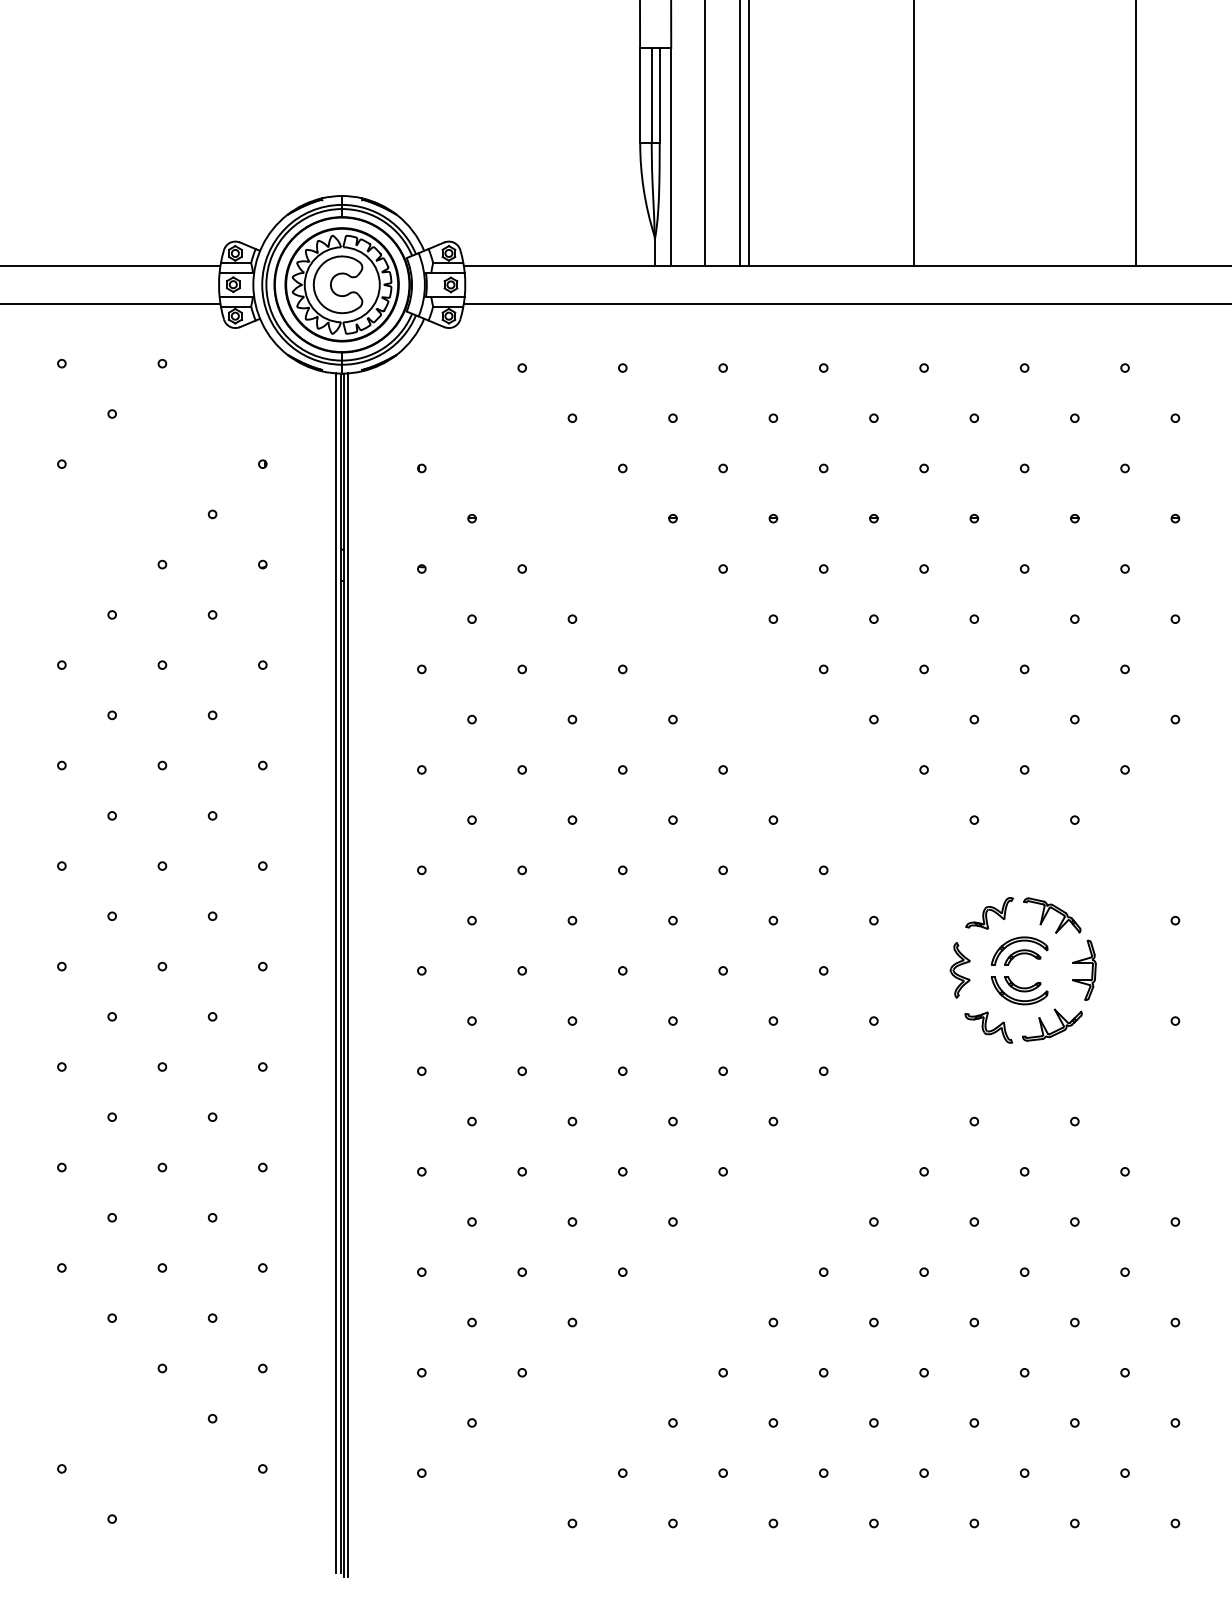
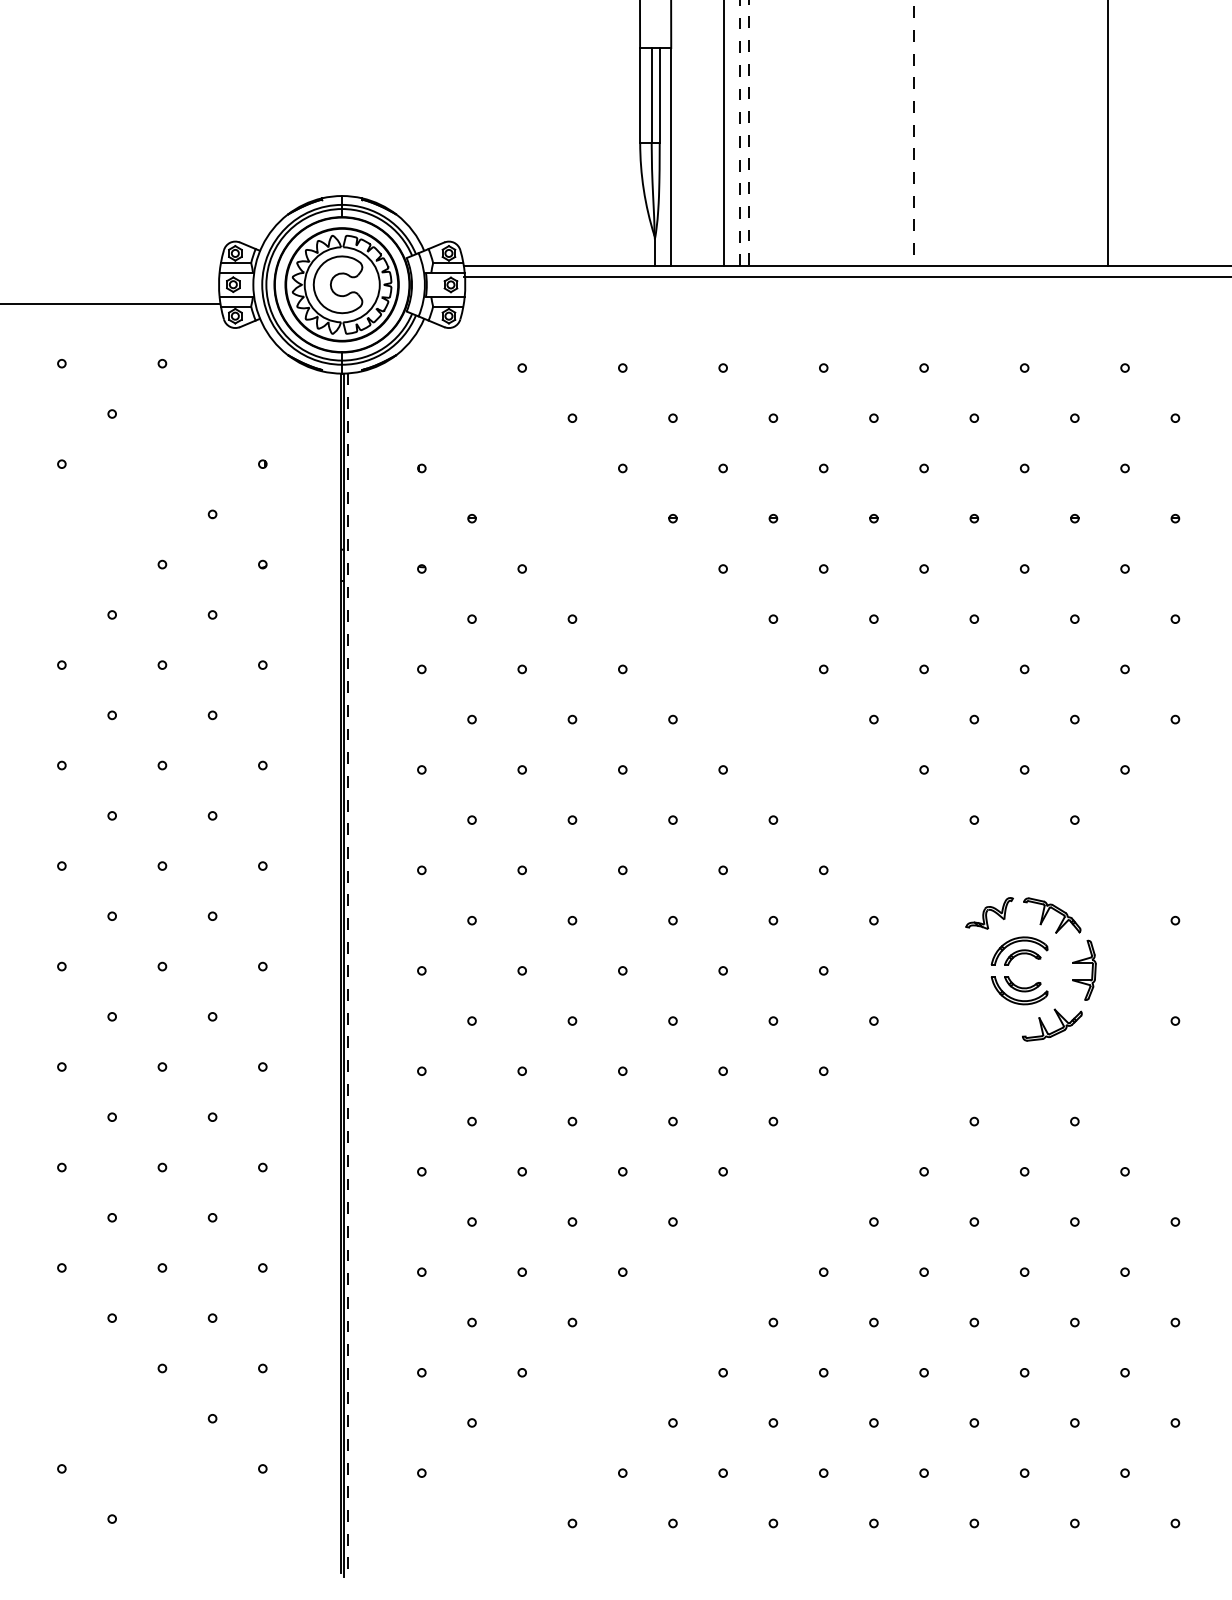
line at (740, 133): solid -> dashed
line at (749, 133): solid -> dashed
line at (913, 133): solid -> dashed
line at (704, 134) position: (704, 134) -> (723, 134)
line at (1136, 134) position: (1136, 134) -> (1108, 134)
line at (111, 266): present -> none
line at (845, 303) position: (845, 303) -> (845, 276)
part at (959, 970): present -> none
line at (336, 972): present -> none
line at (348, 975): solid -> dashed
part at (988, 1027): present -> none
